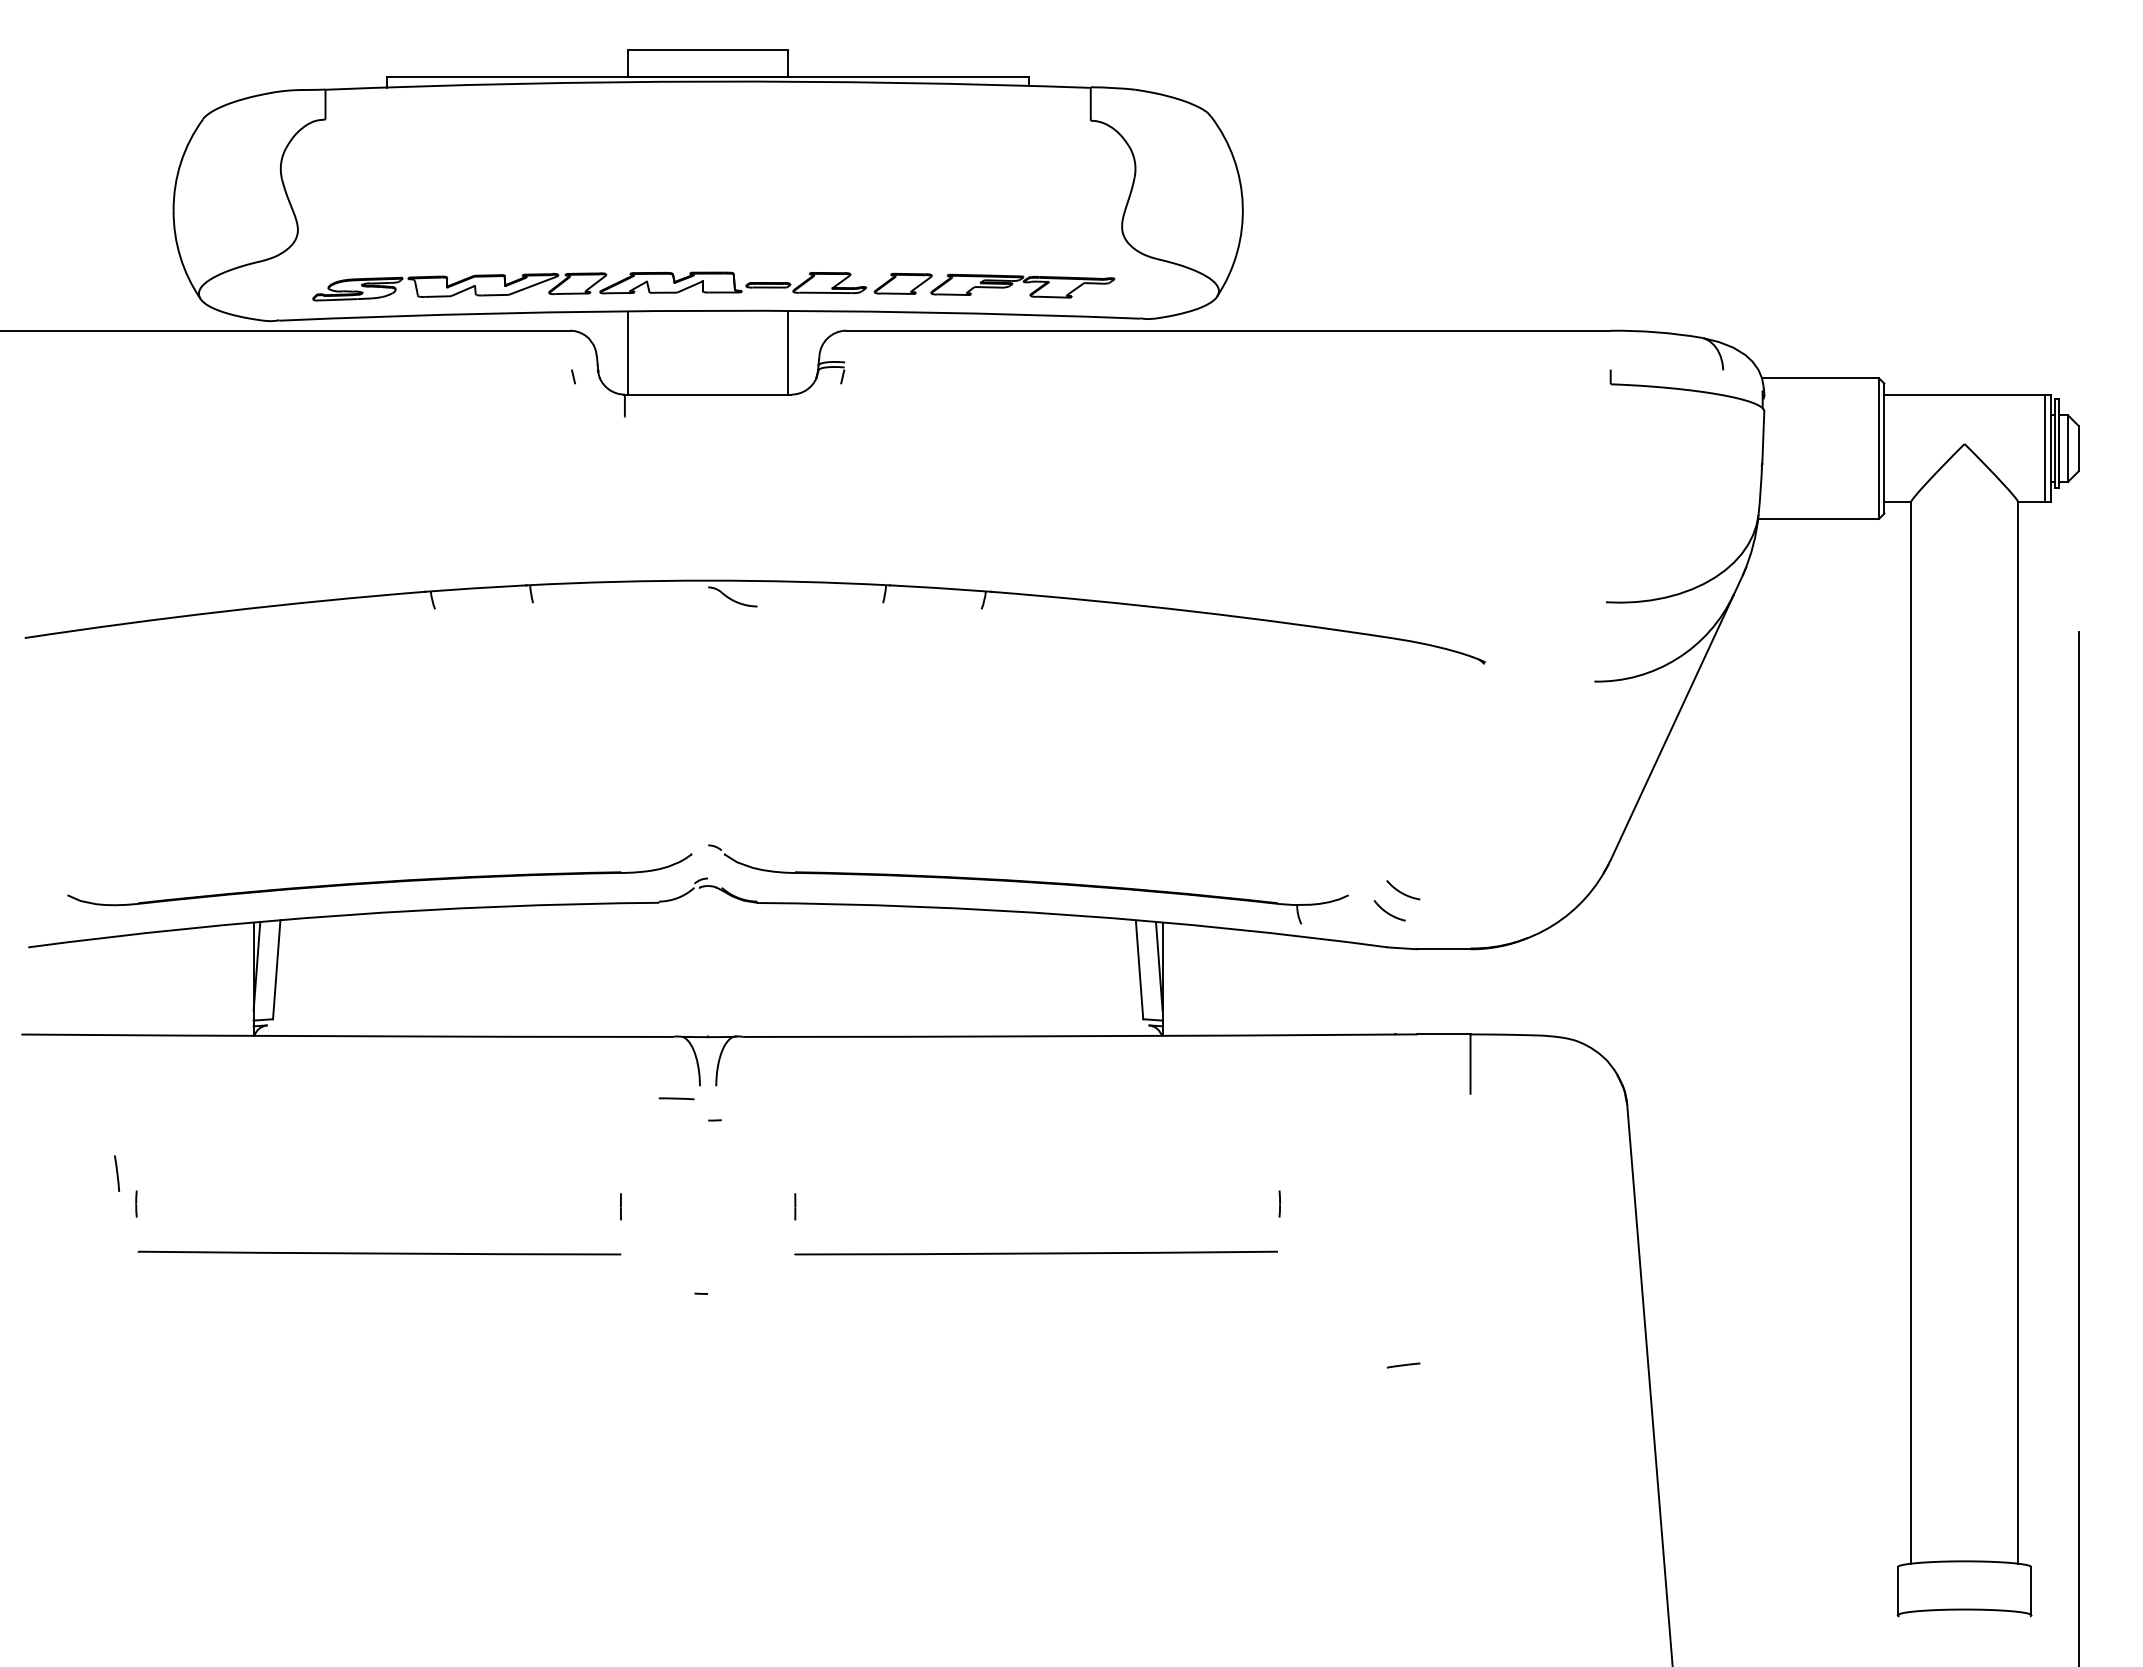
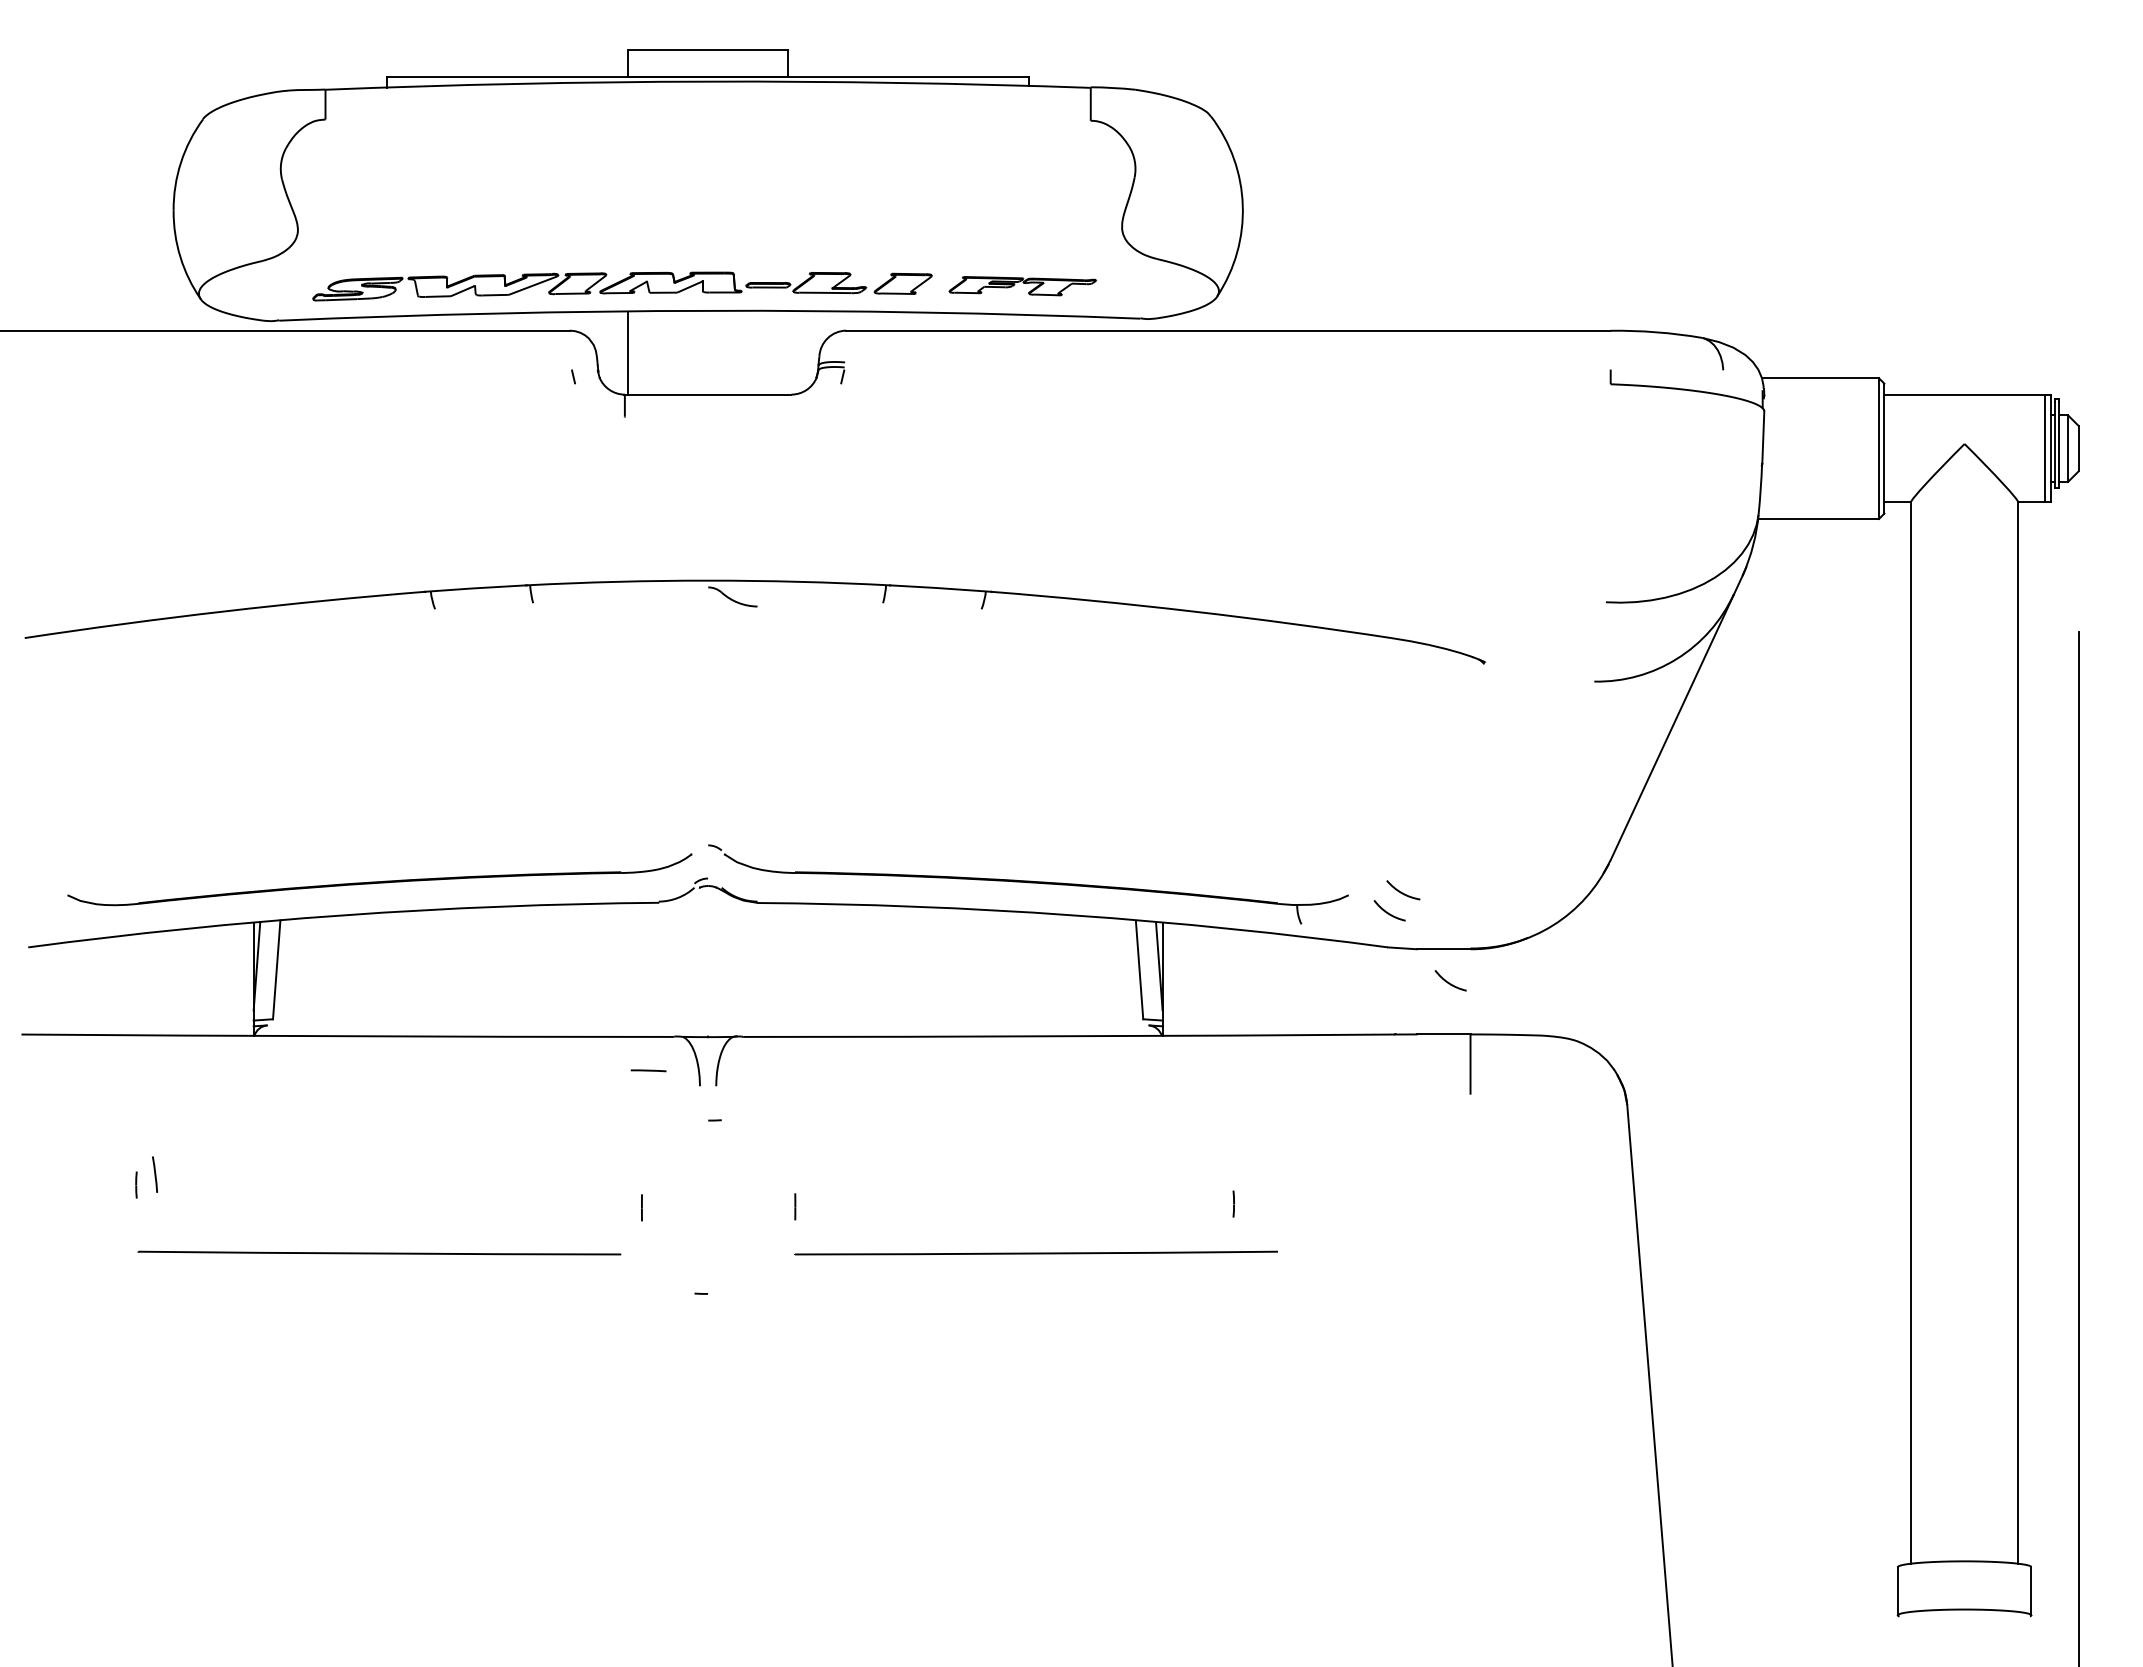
part at (1022, 285) size: 186x26 px -> 150x21 px
line at (788, 352): present -> none
arc at (1448, 981): none -> present
line at (676, 1098) position: (676, 1098) -> (648, 1070)
line at (117, 1173) position: (117, 1173) -> (155, 1174)
line at (136, 1203) position: (136, 1203) -> (136, 1184)
line at (1279, 1203) position: (1279, 1203) -> (1233, 1203)
line at (620, 1206) position: (620, 1206) -> (641, 1207)
line at (1403, 1365): present -> none
